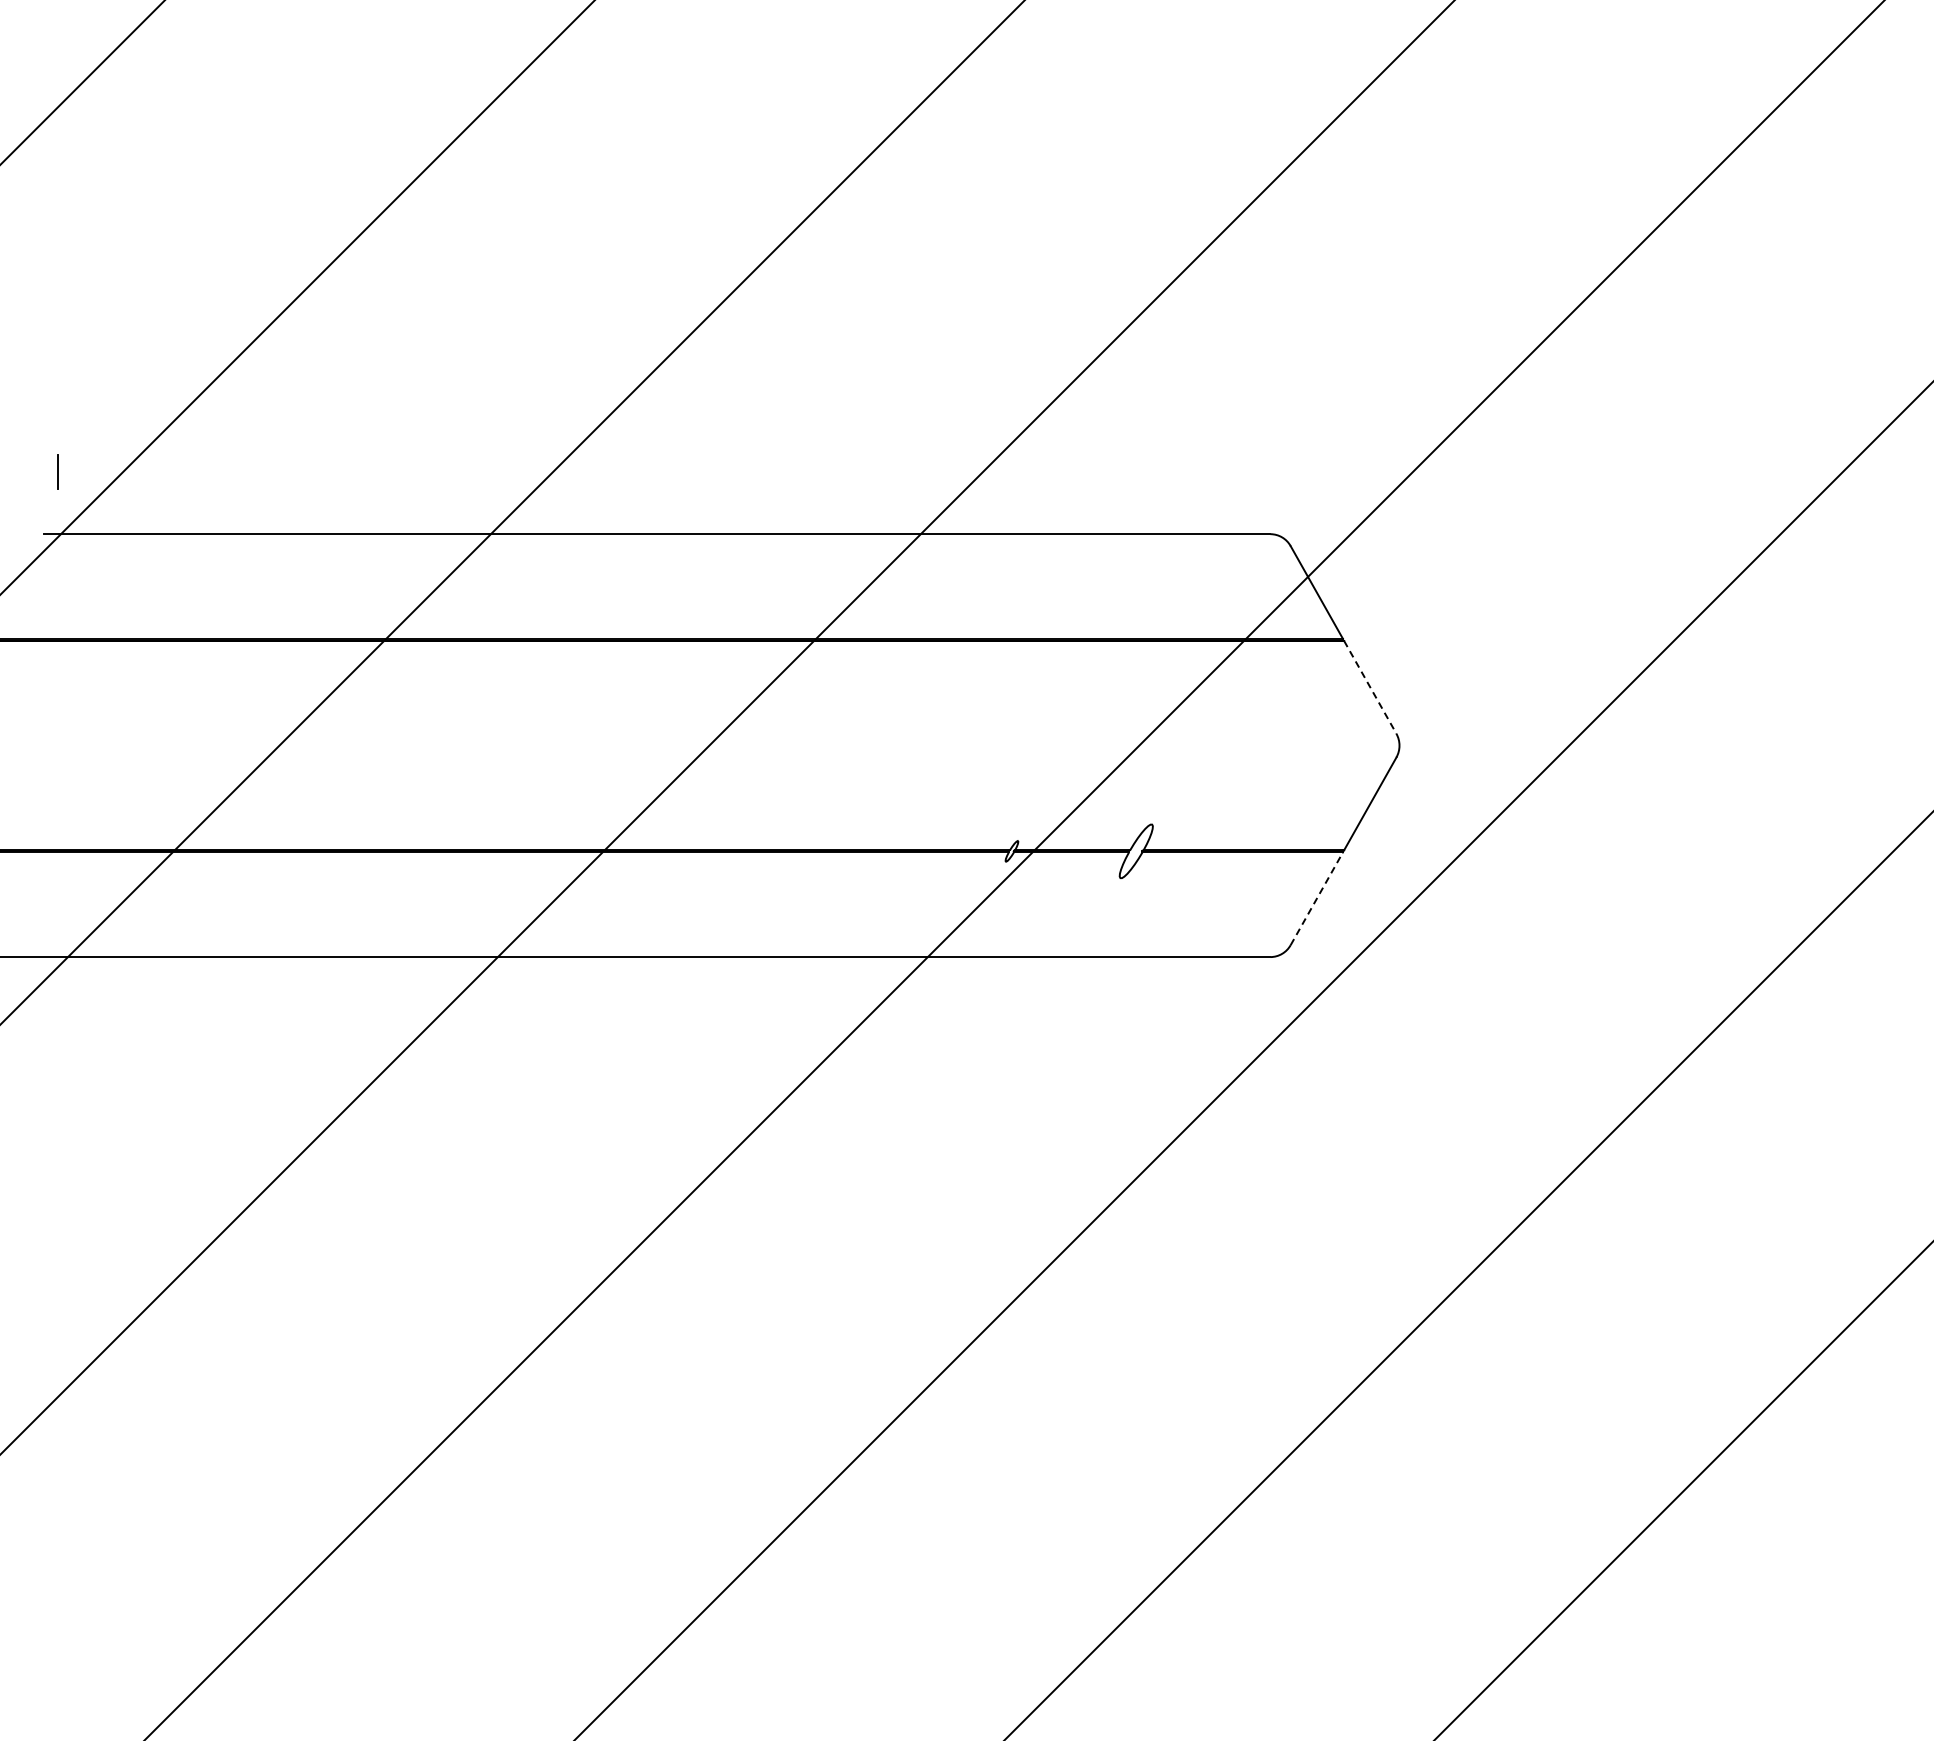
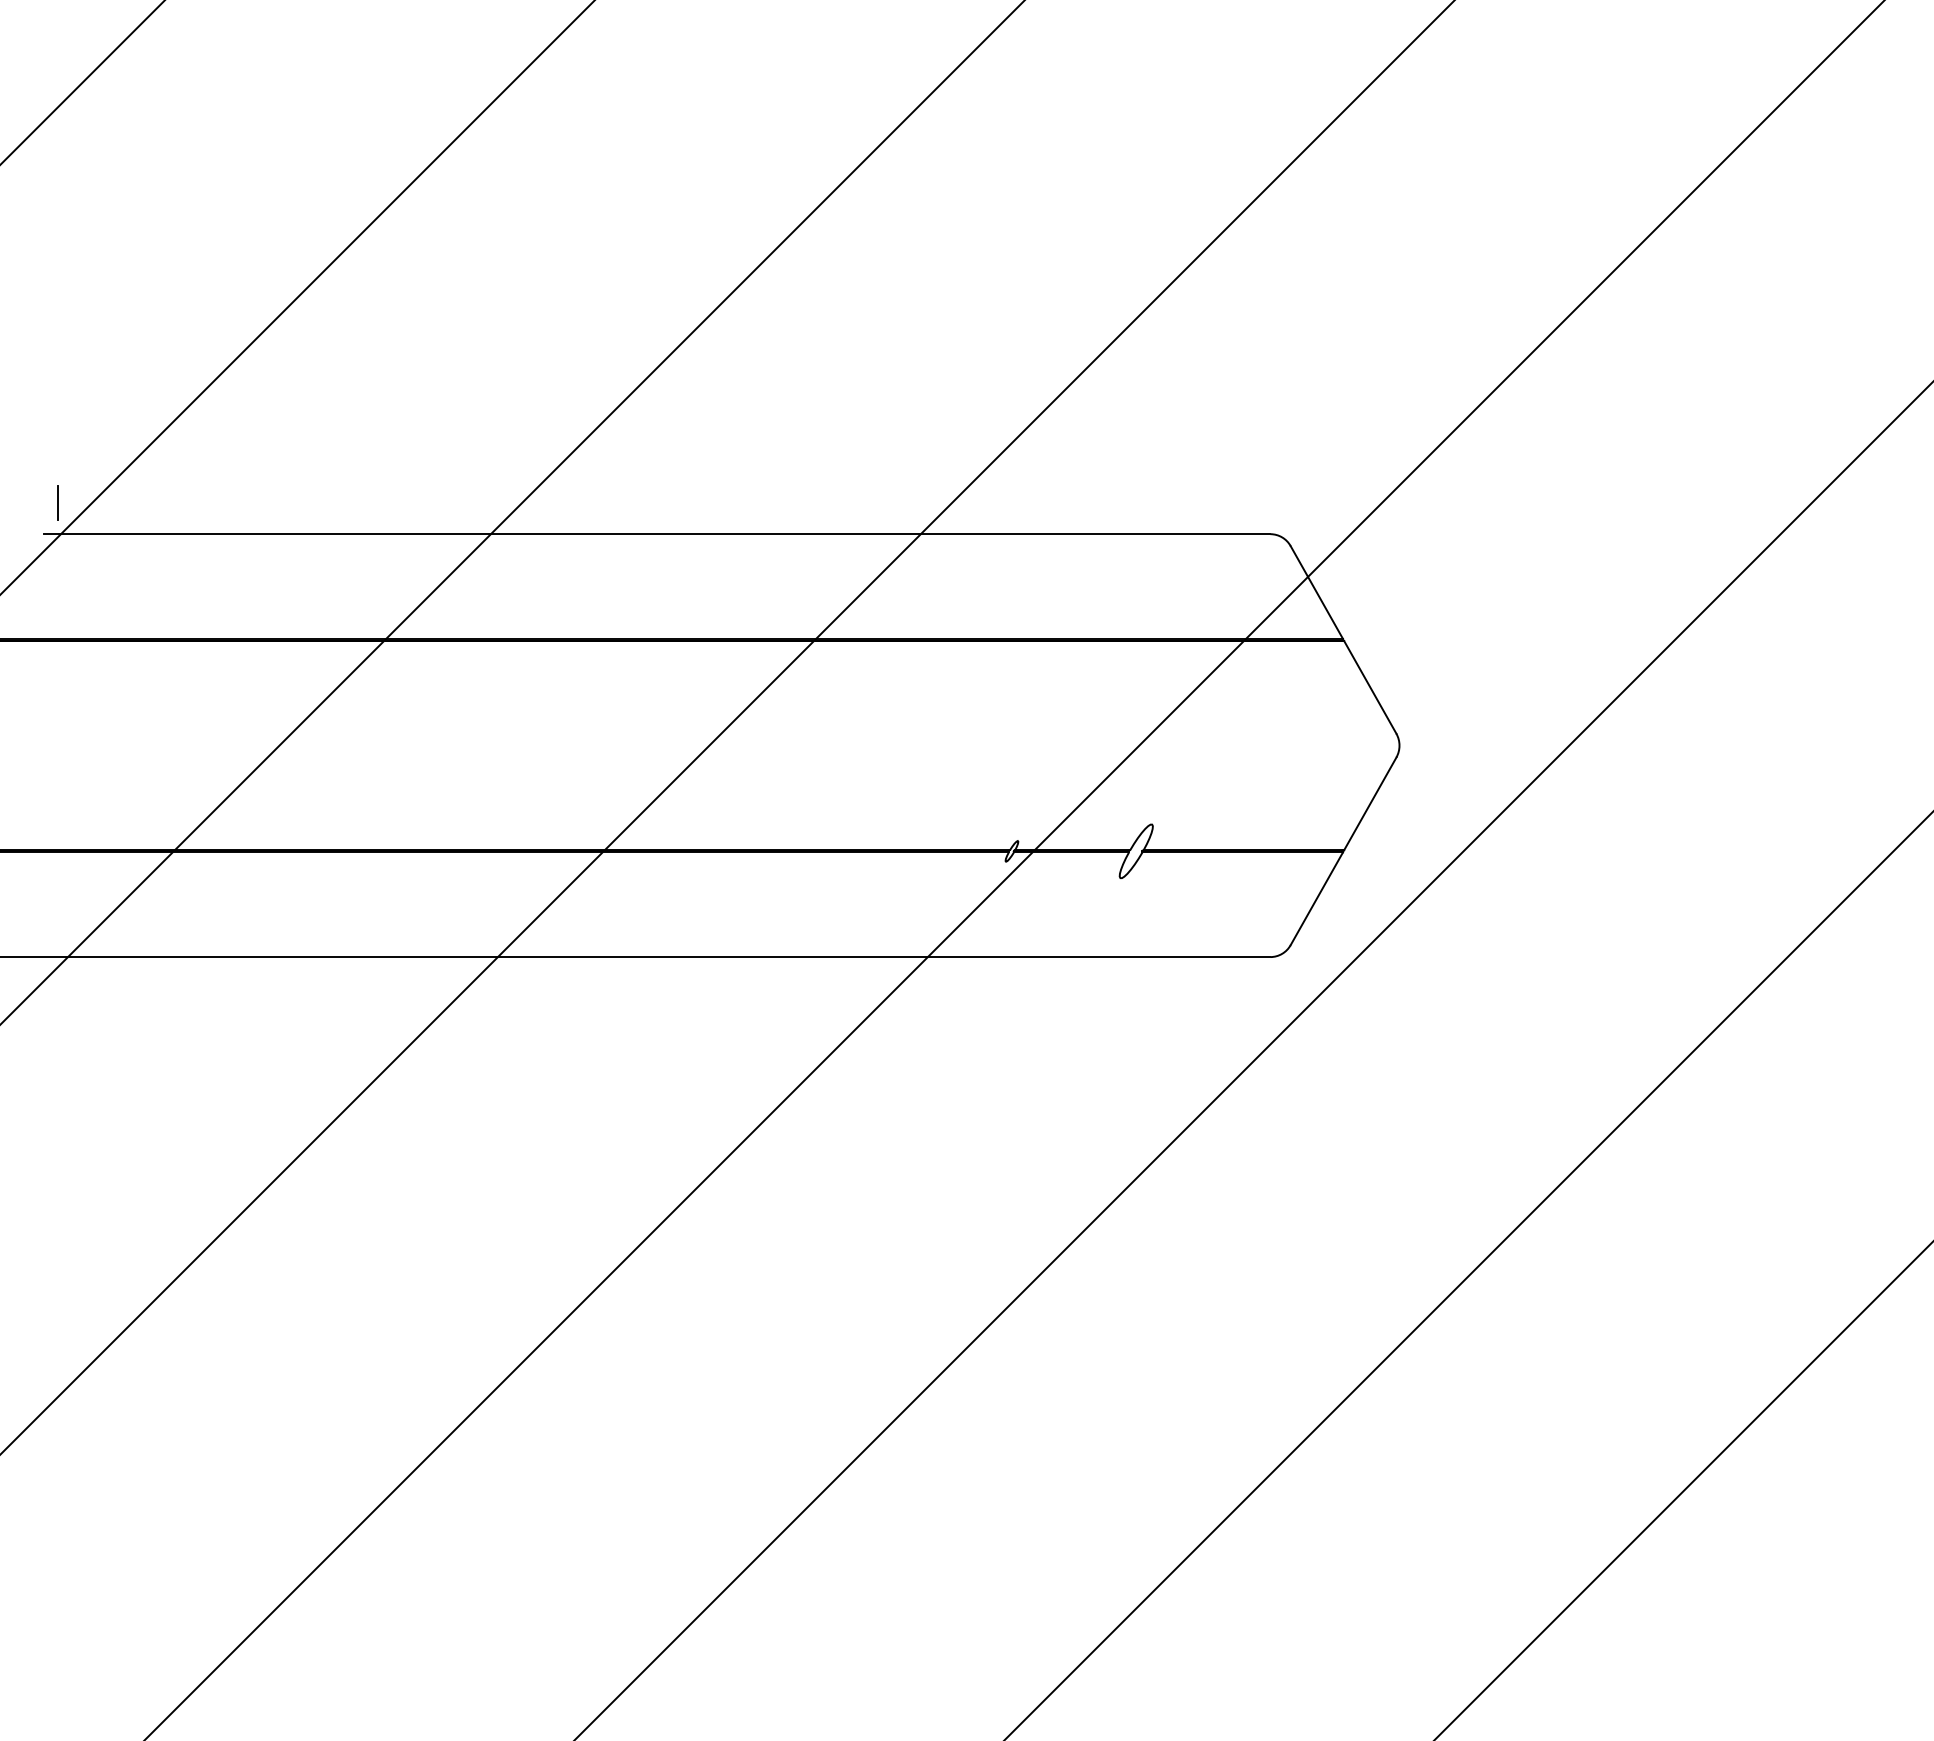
line at (57, 471) position: (57, 471) -> (57, 502)
line at (1370, 687): dashed -> solid
line at (1317, 898): dashed -> solid
